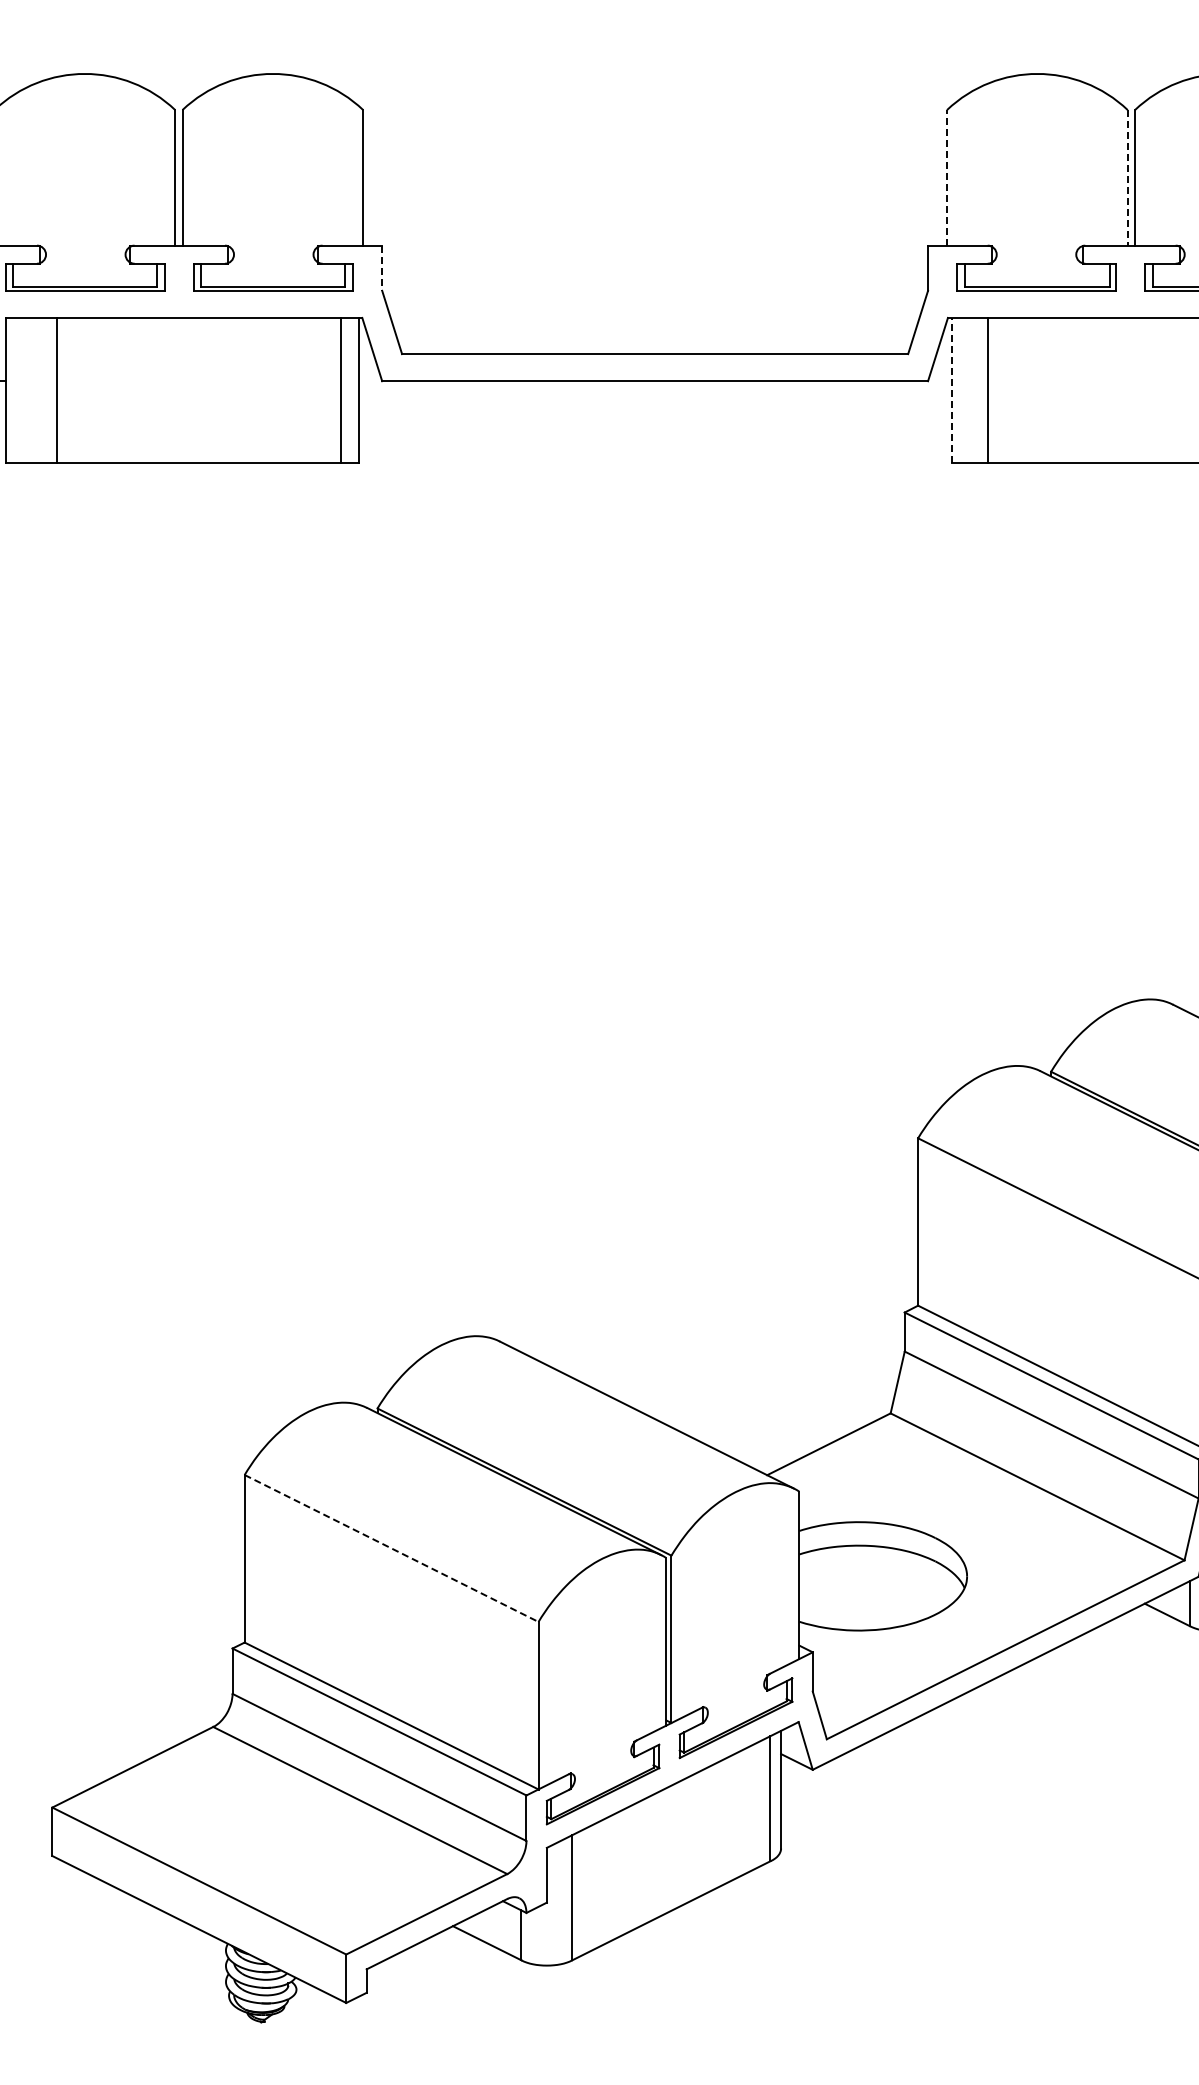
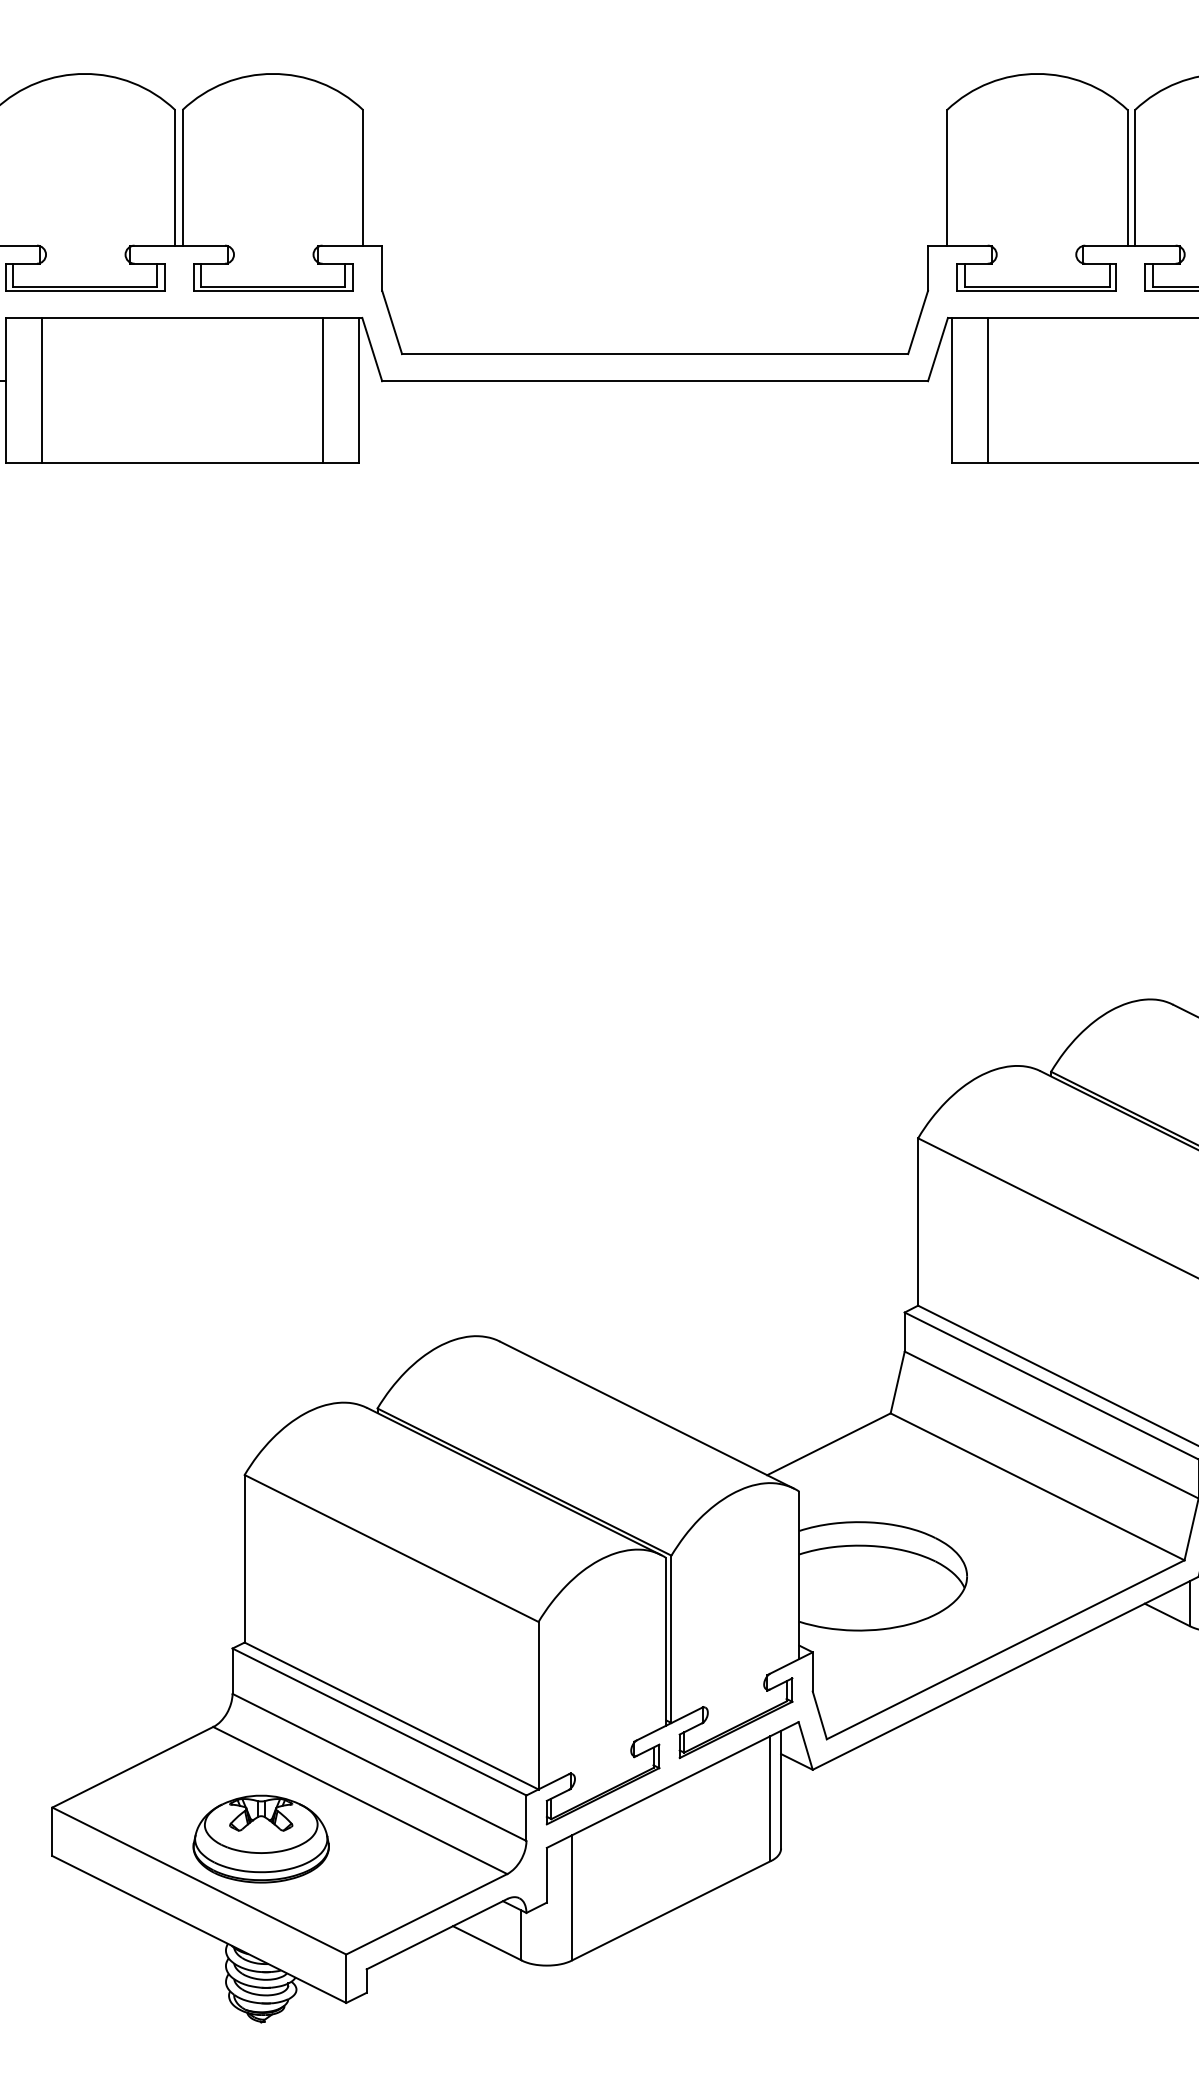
line at (947, 177): dashed -> solid
line at (1127, 177): dashed -> solid
line at (382, 268): dashed -> solid
line at (57, 389) position: (57, 389) -> (42, 389)
line at (340, 389) position: (340, 389) -> (322, 389)
line at (951, 389): dashed -> solid
line at (392, 1548): dashed -> solid
part at (260, 1838): none -> present
